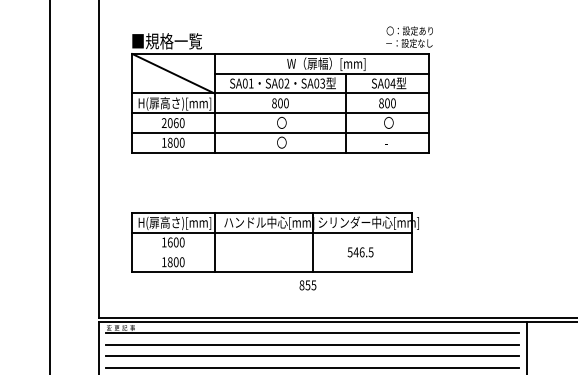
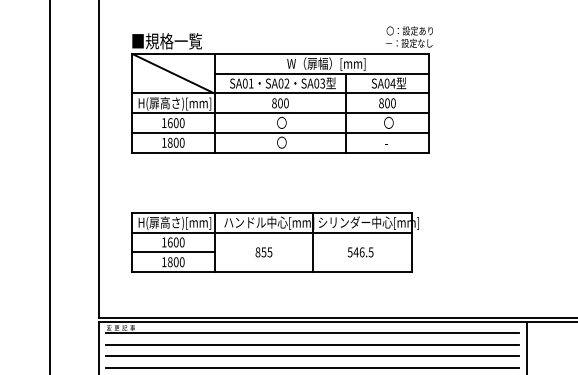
text at (169, 122): 2060 -> 1600
line at (173, 252): none -> present
text at (307, 285) position: (307, 285) -> (263, 252)
